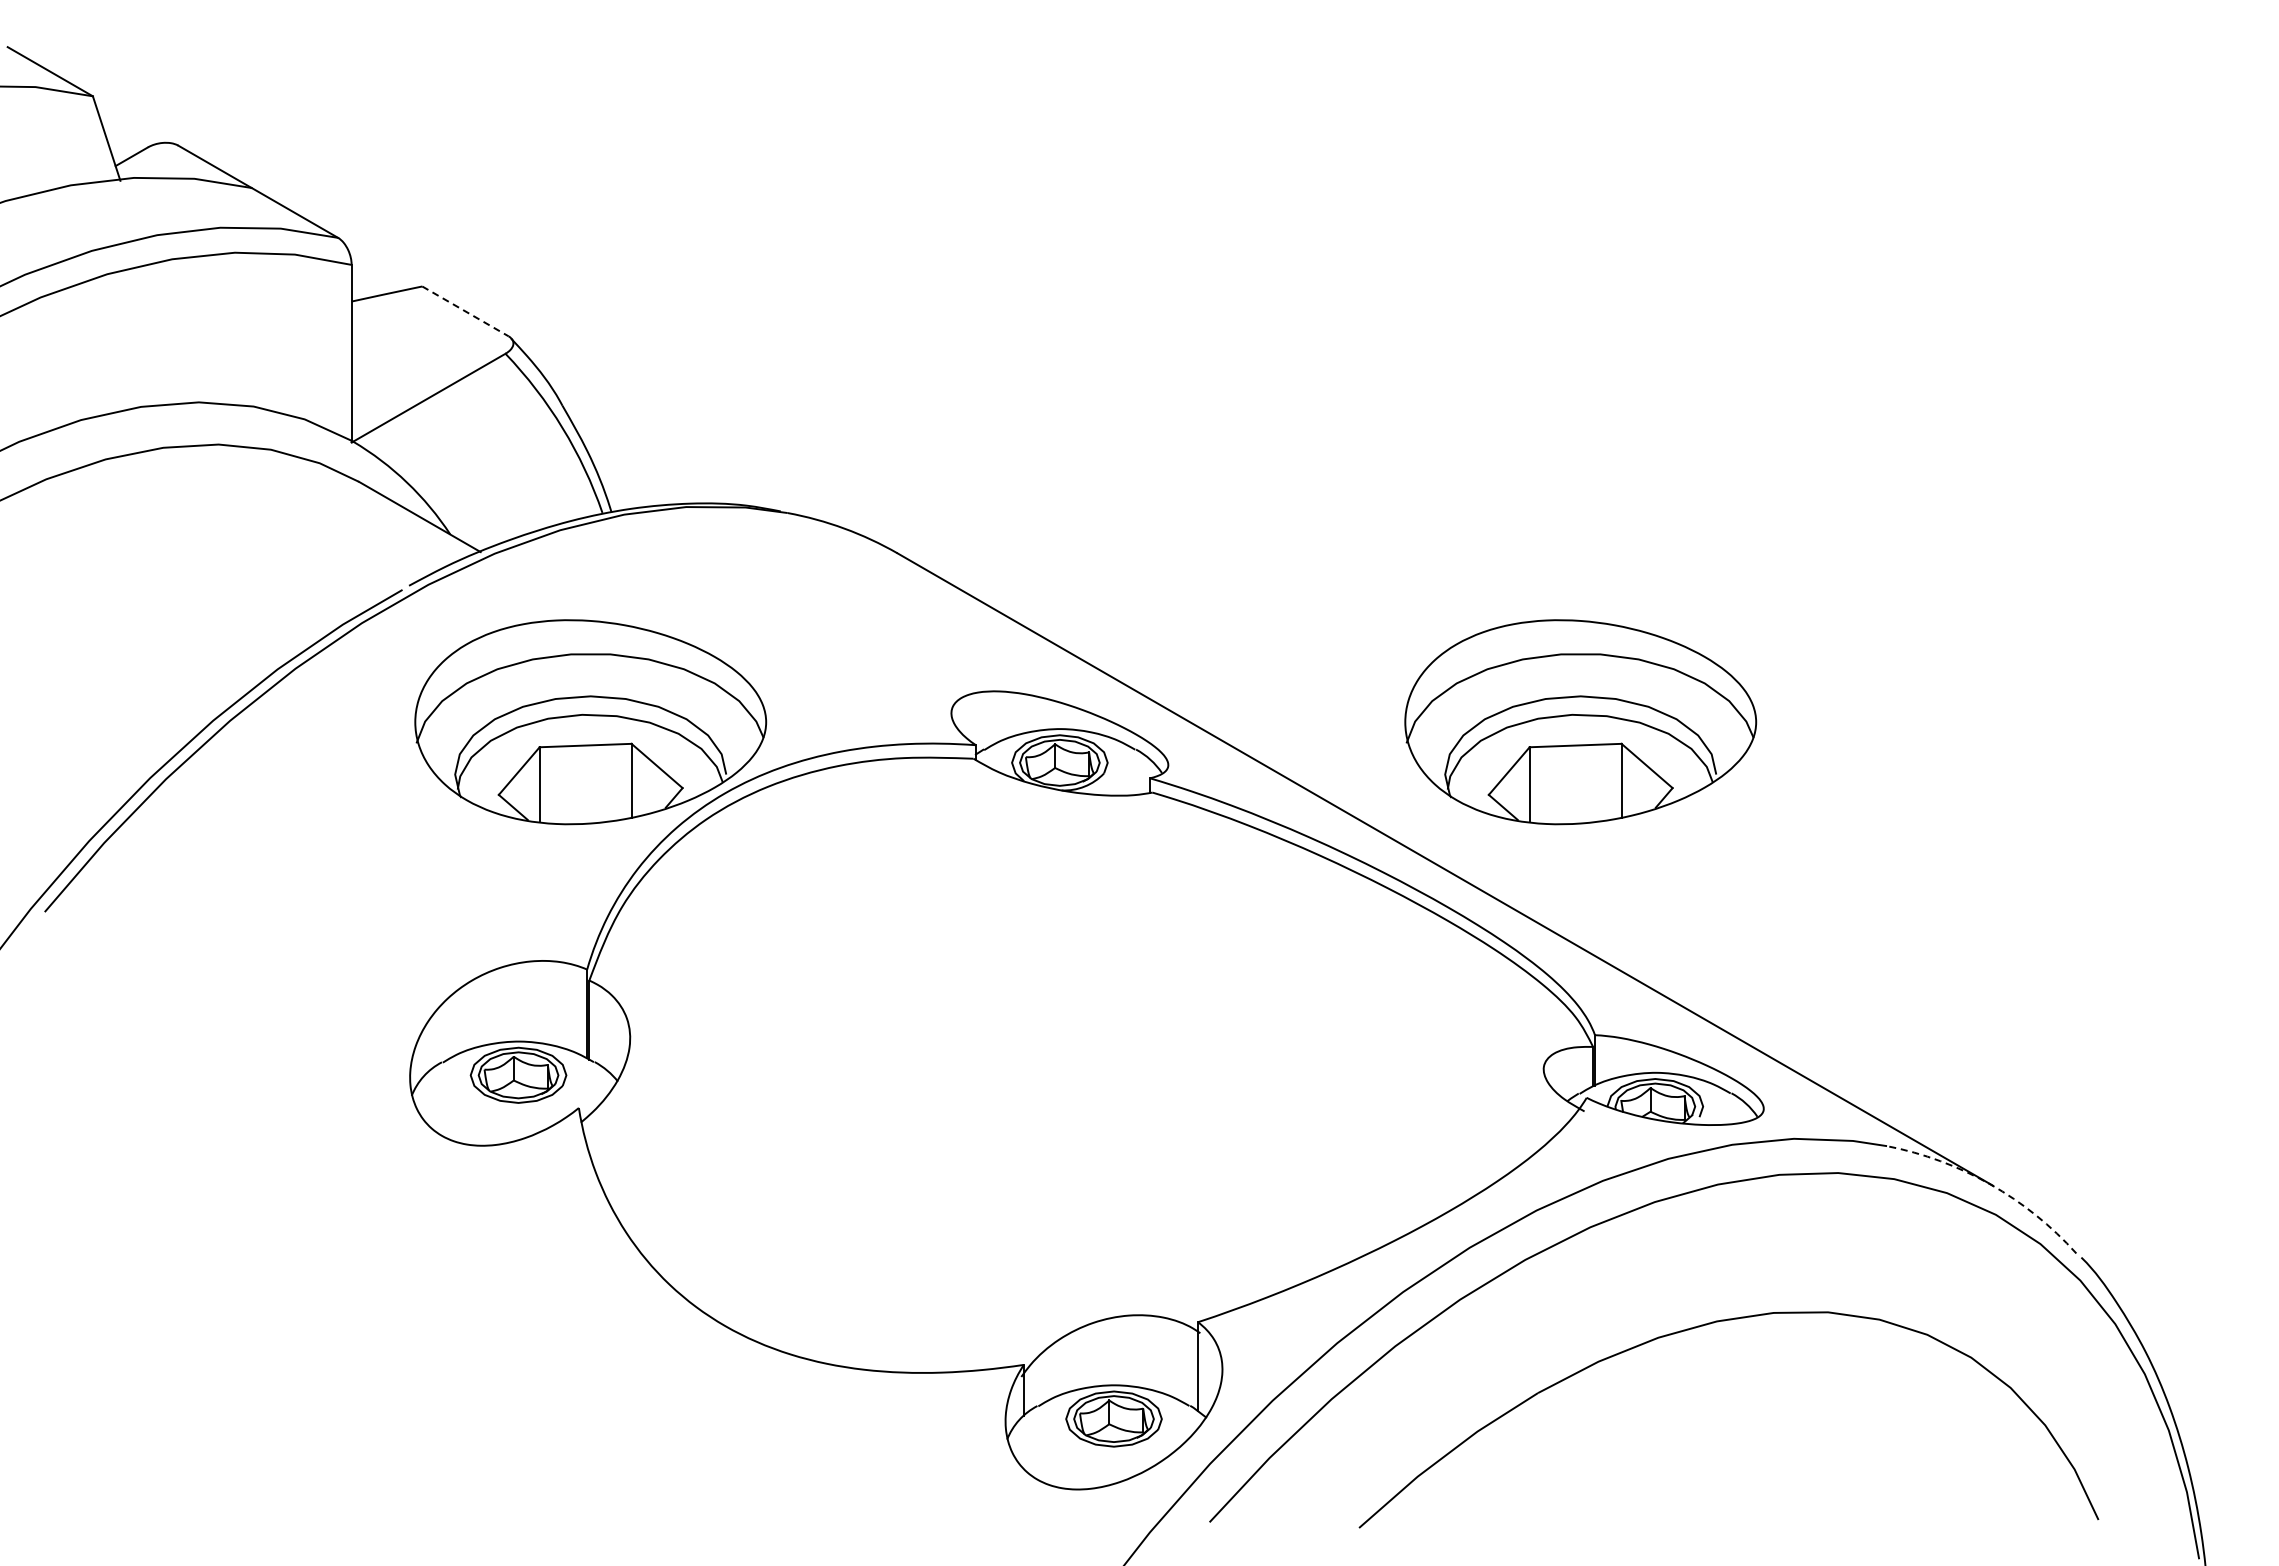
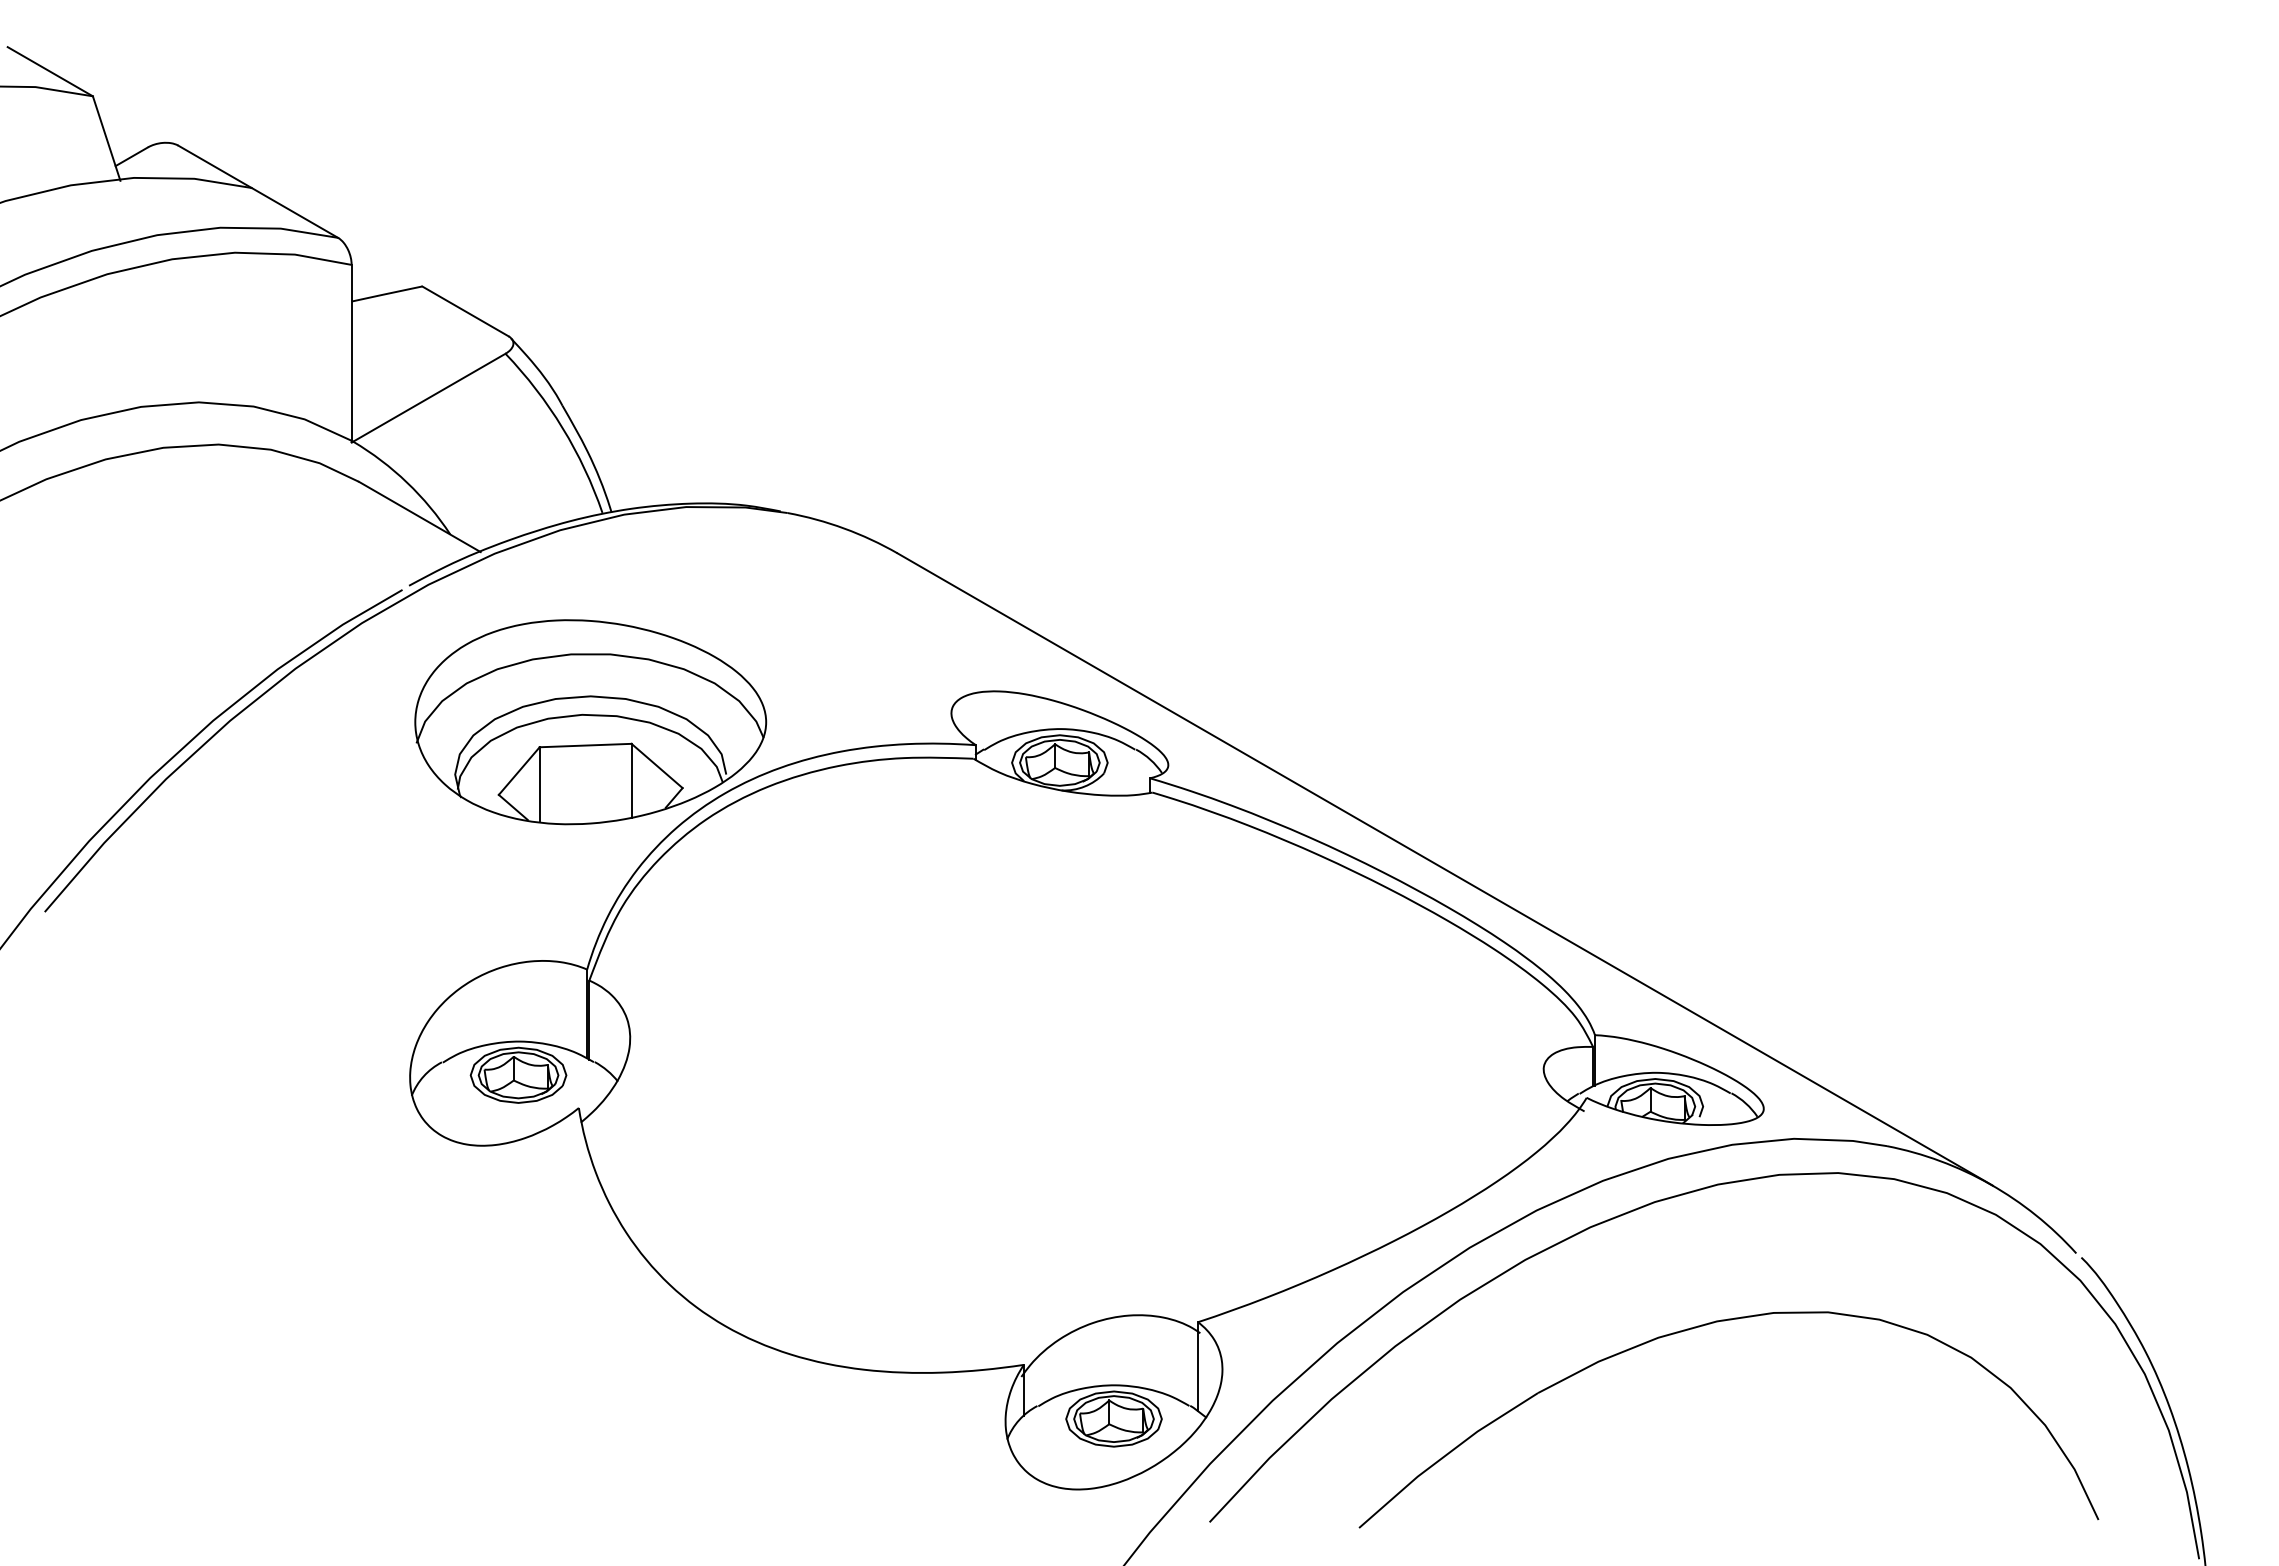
line at (465, 311): dashed -> solid
part at (1580, 722): present -> none
arc at (1990, 1184): dashed -> solid
